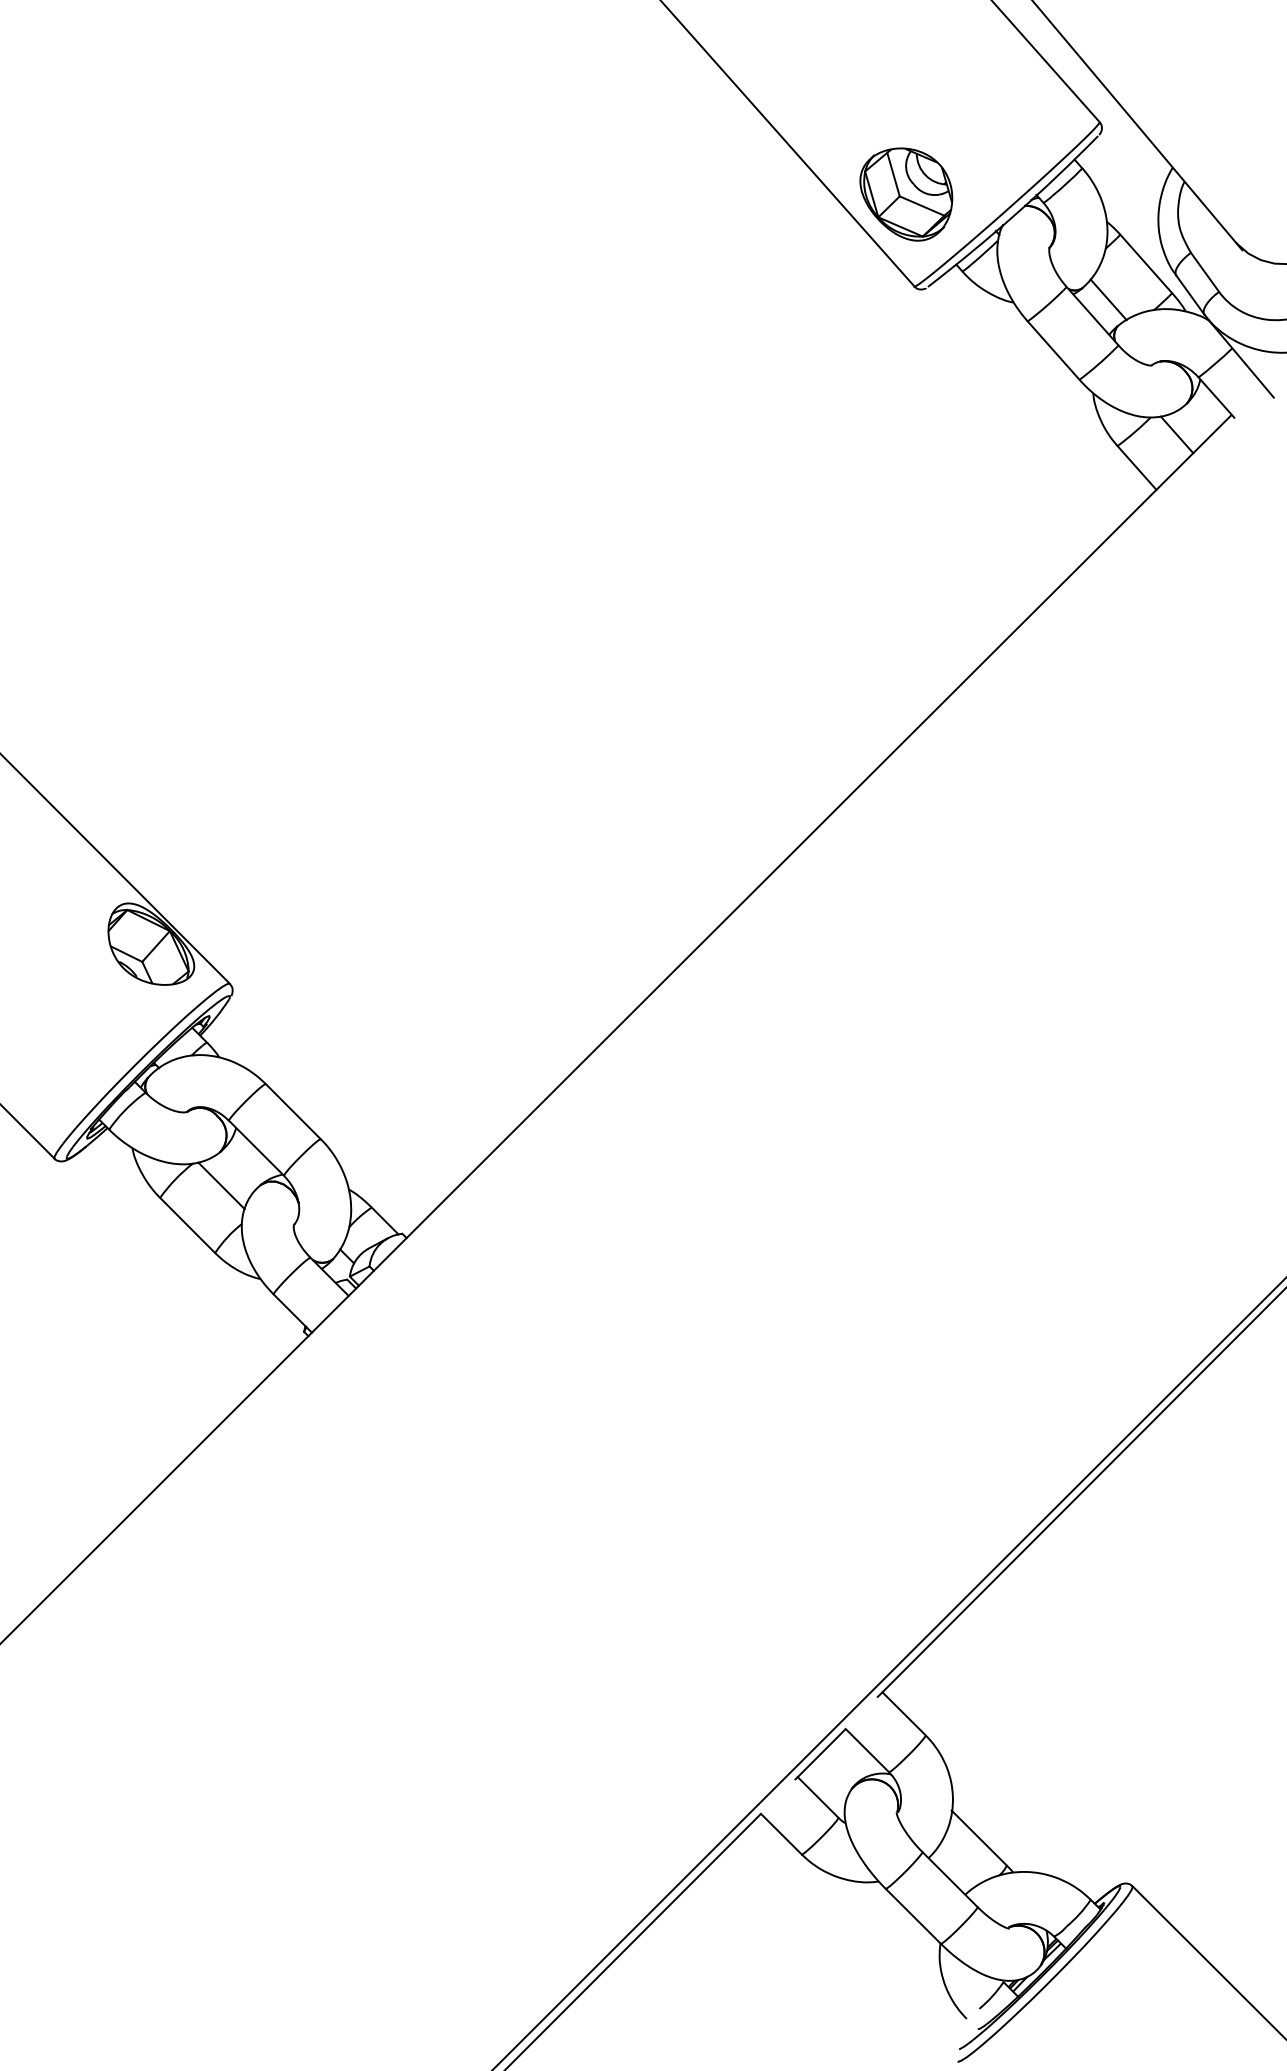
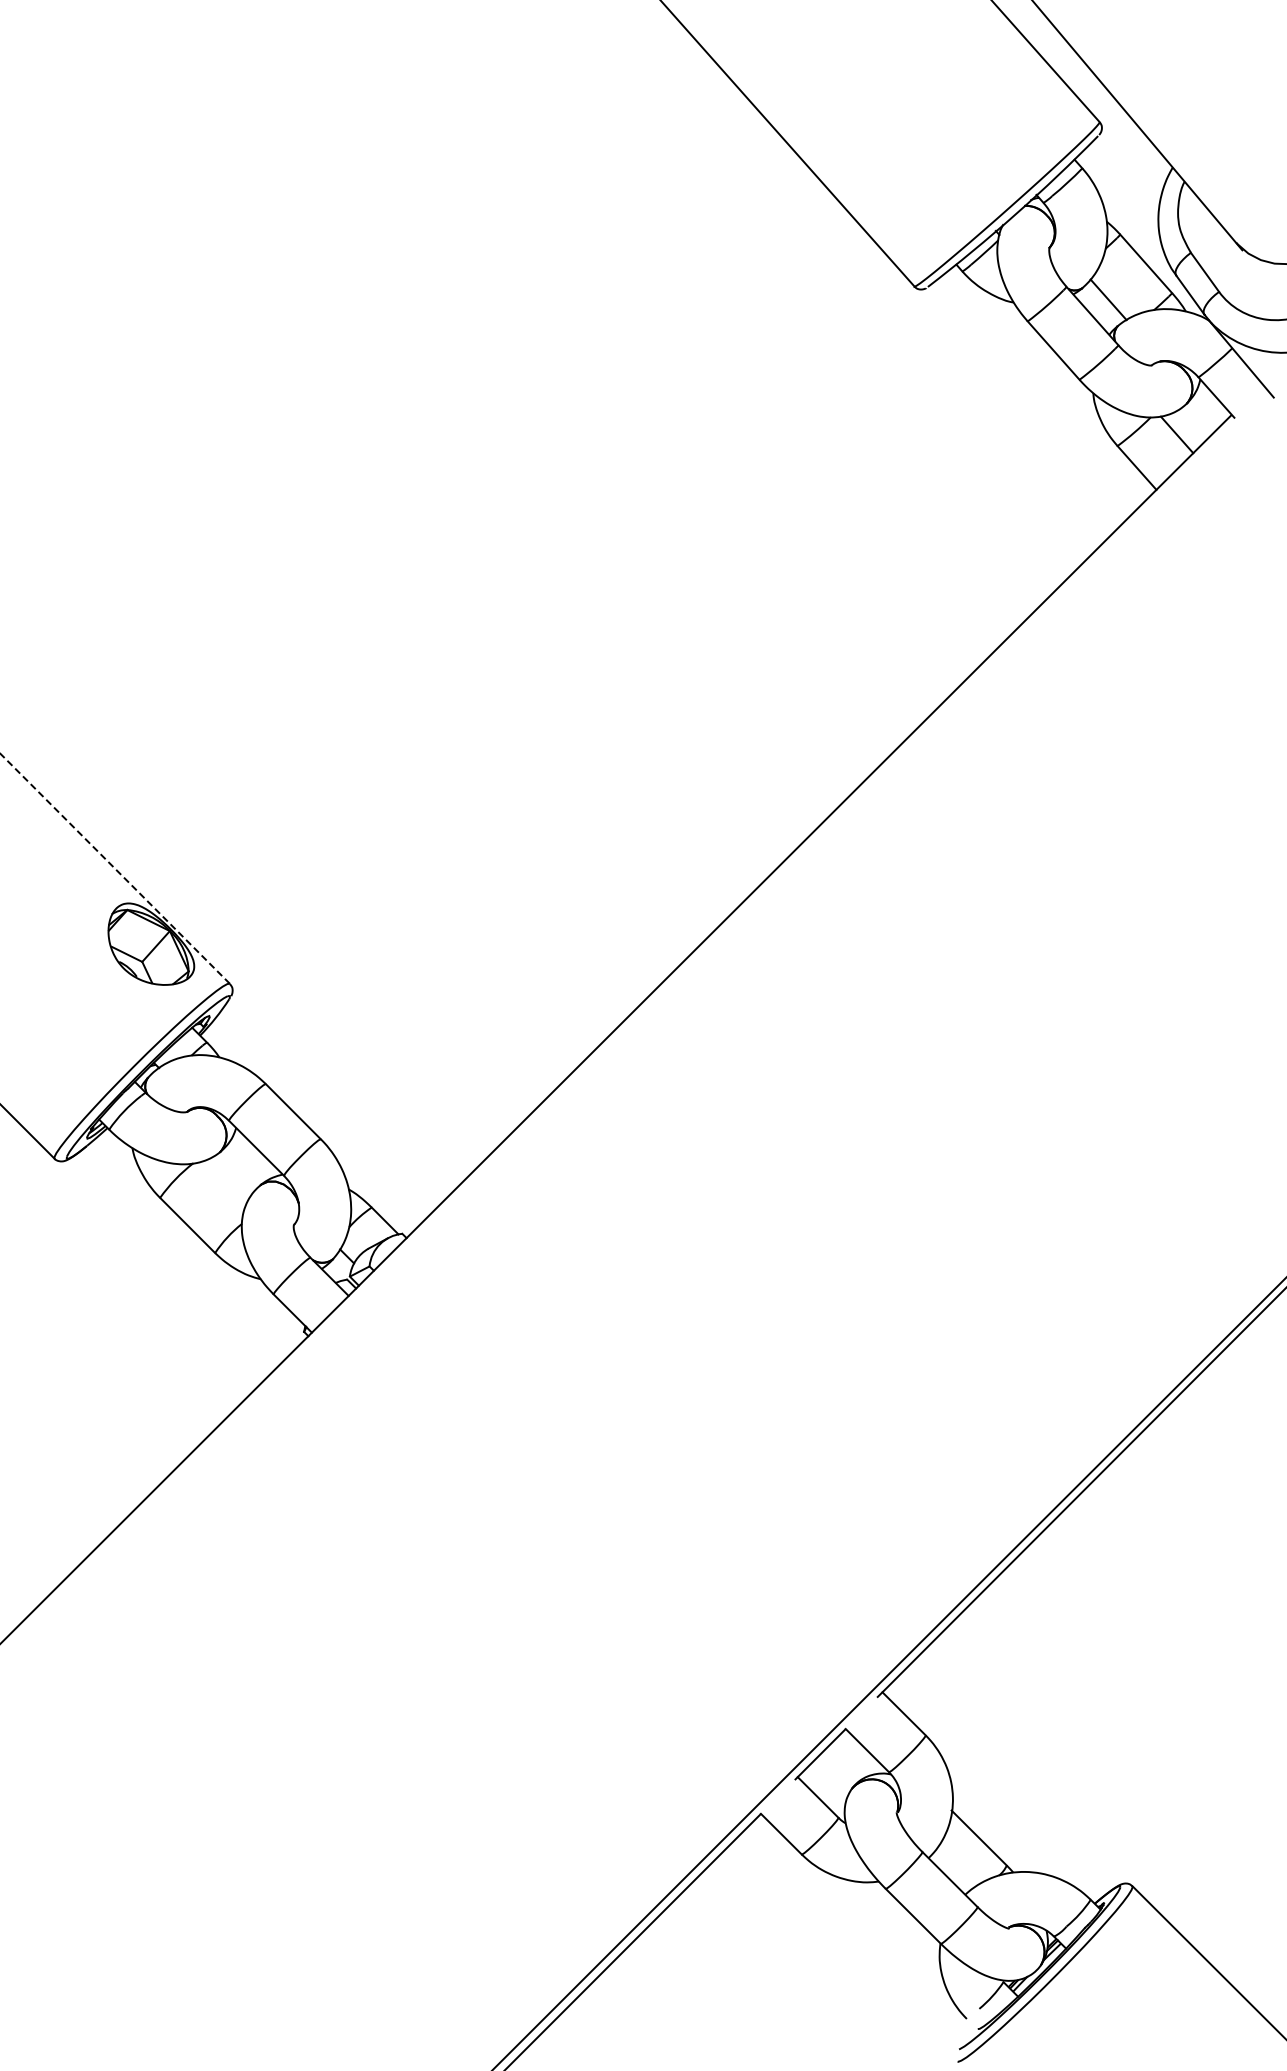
part at (906, 194): present -> none
line at (114, 868): solid -> dashed
line at (221, 1185): present -> none
